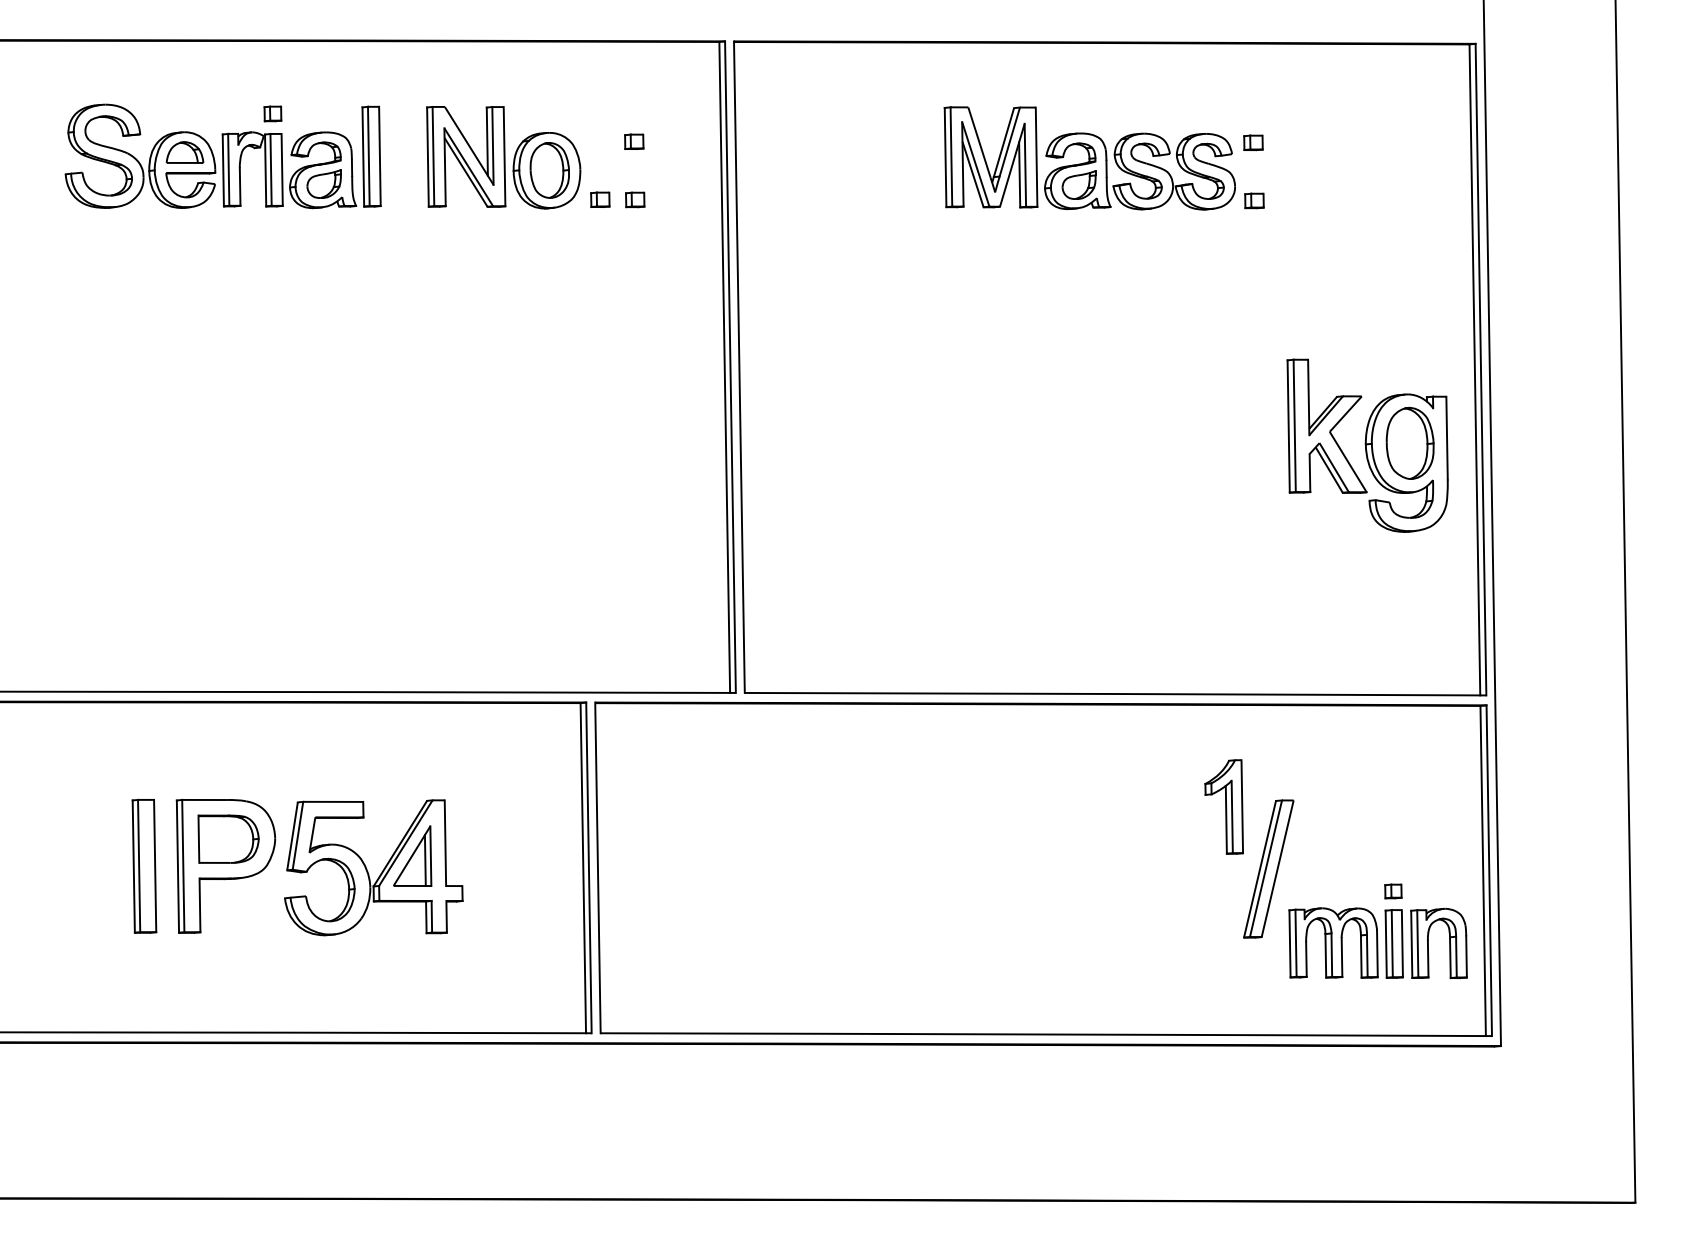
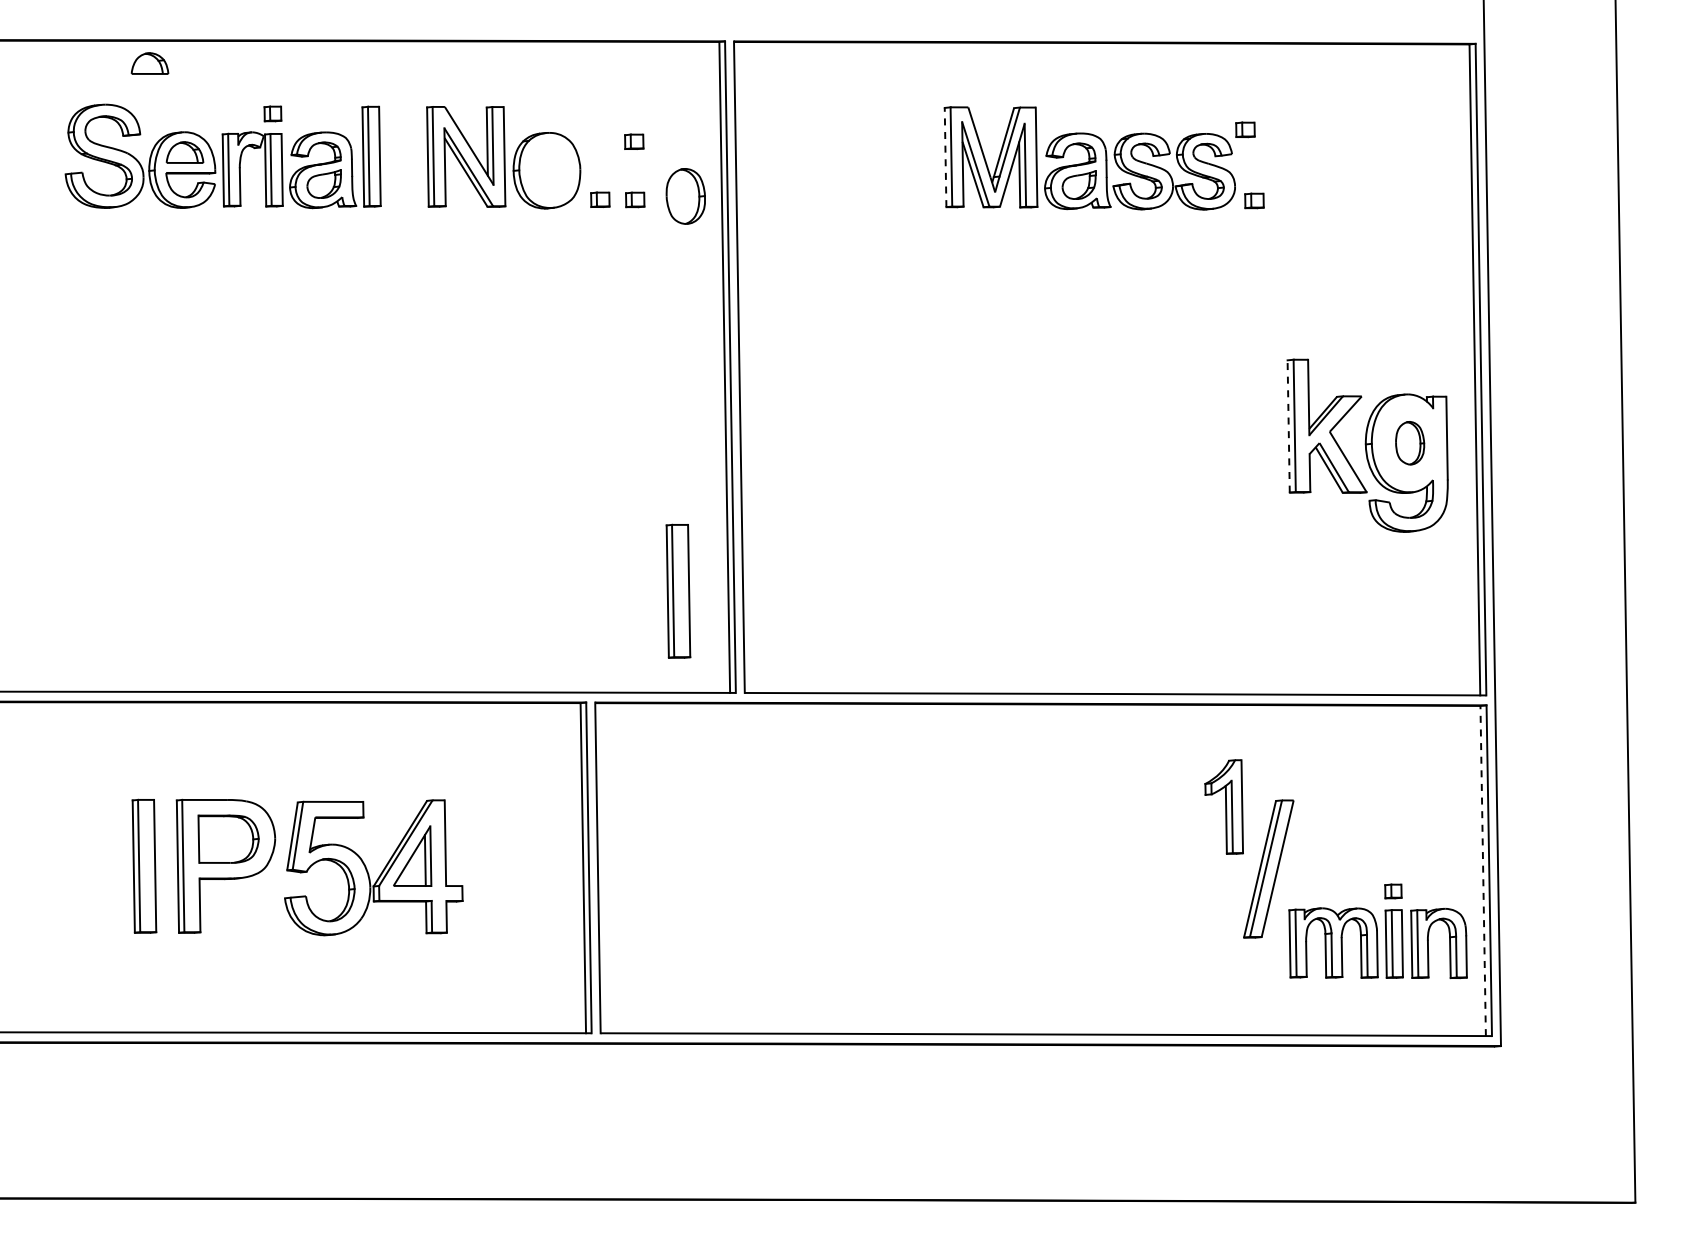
part at (149, 63): none -> present
part at (1253, 142) position: (1253, 142) -> (1245, 129)
line at (945, 157): solid -> dashed
part at (549, 170) position: (549, 170) -> (685, 196)
line at (1288, 425): solid -> dashed
part at (1409, 442) size: 50x74 px -> 31x45 px
part at (678, 590): none -> present
line at (1483, 870): solid -> dashed
